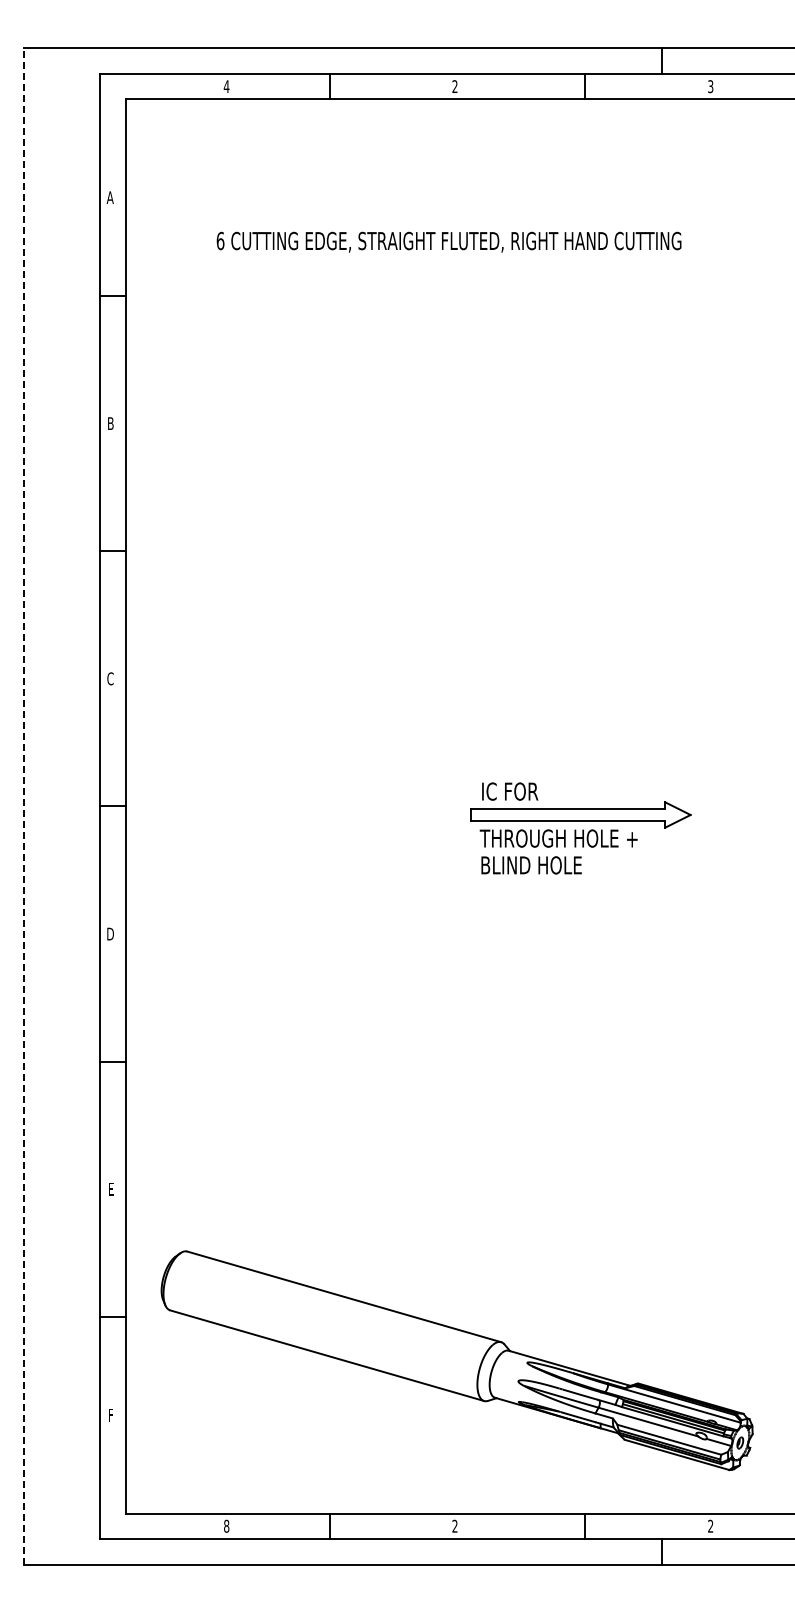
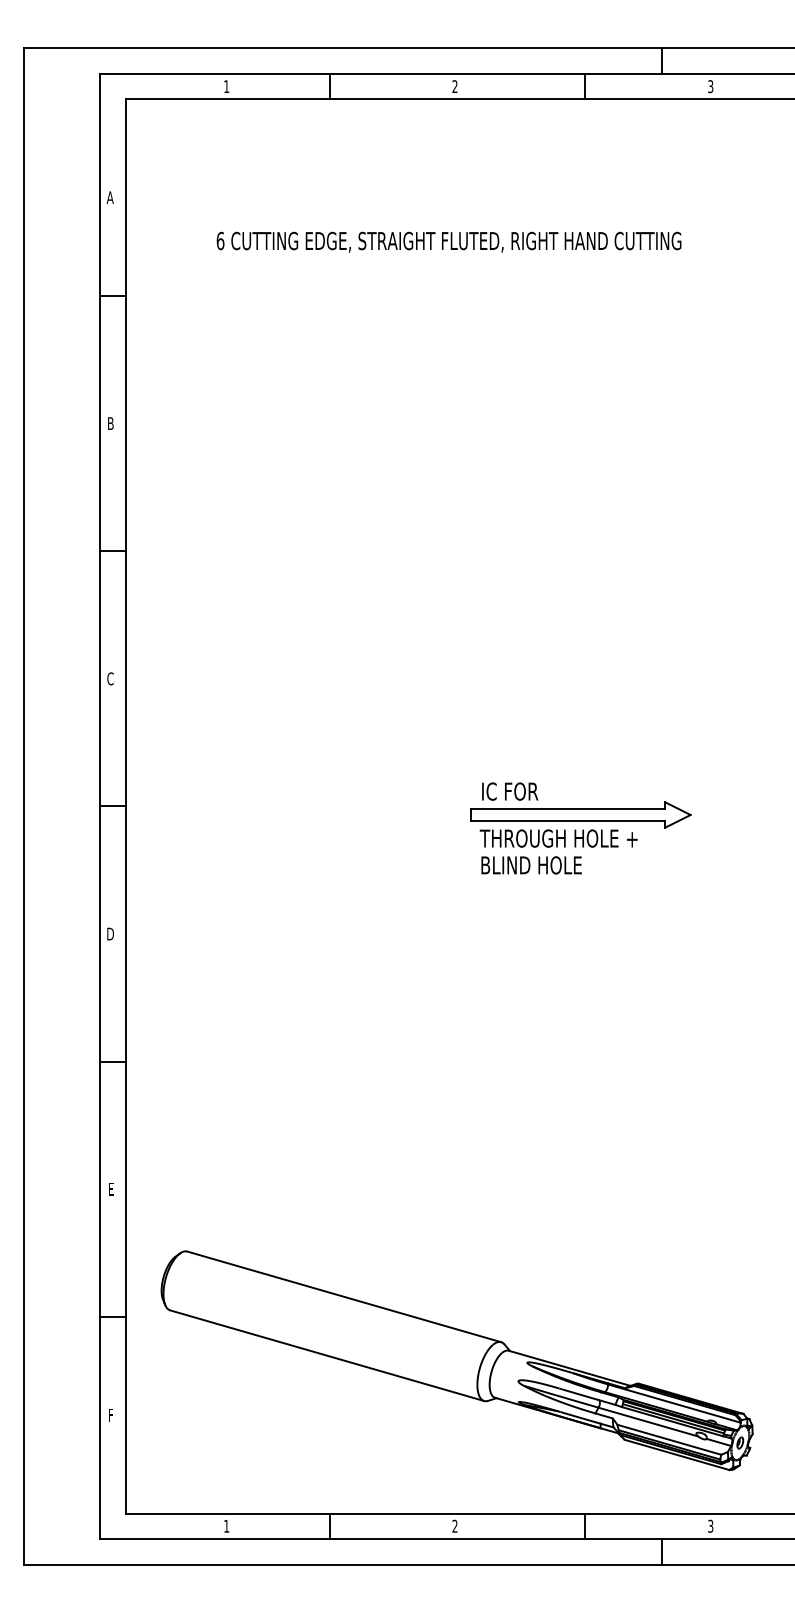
text at (226, 86): 4 -> 1
line at (23, 806): dashed -> solid
text at (226, 1525): 8 -> 1
text at (710, 1526): 2 -> 3
